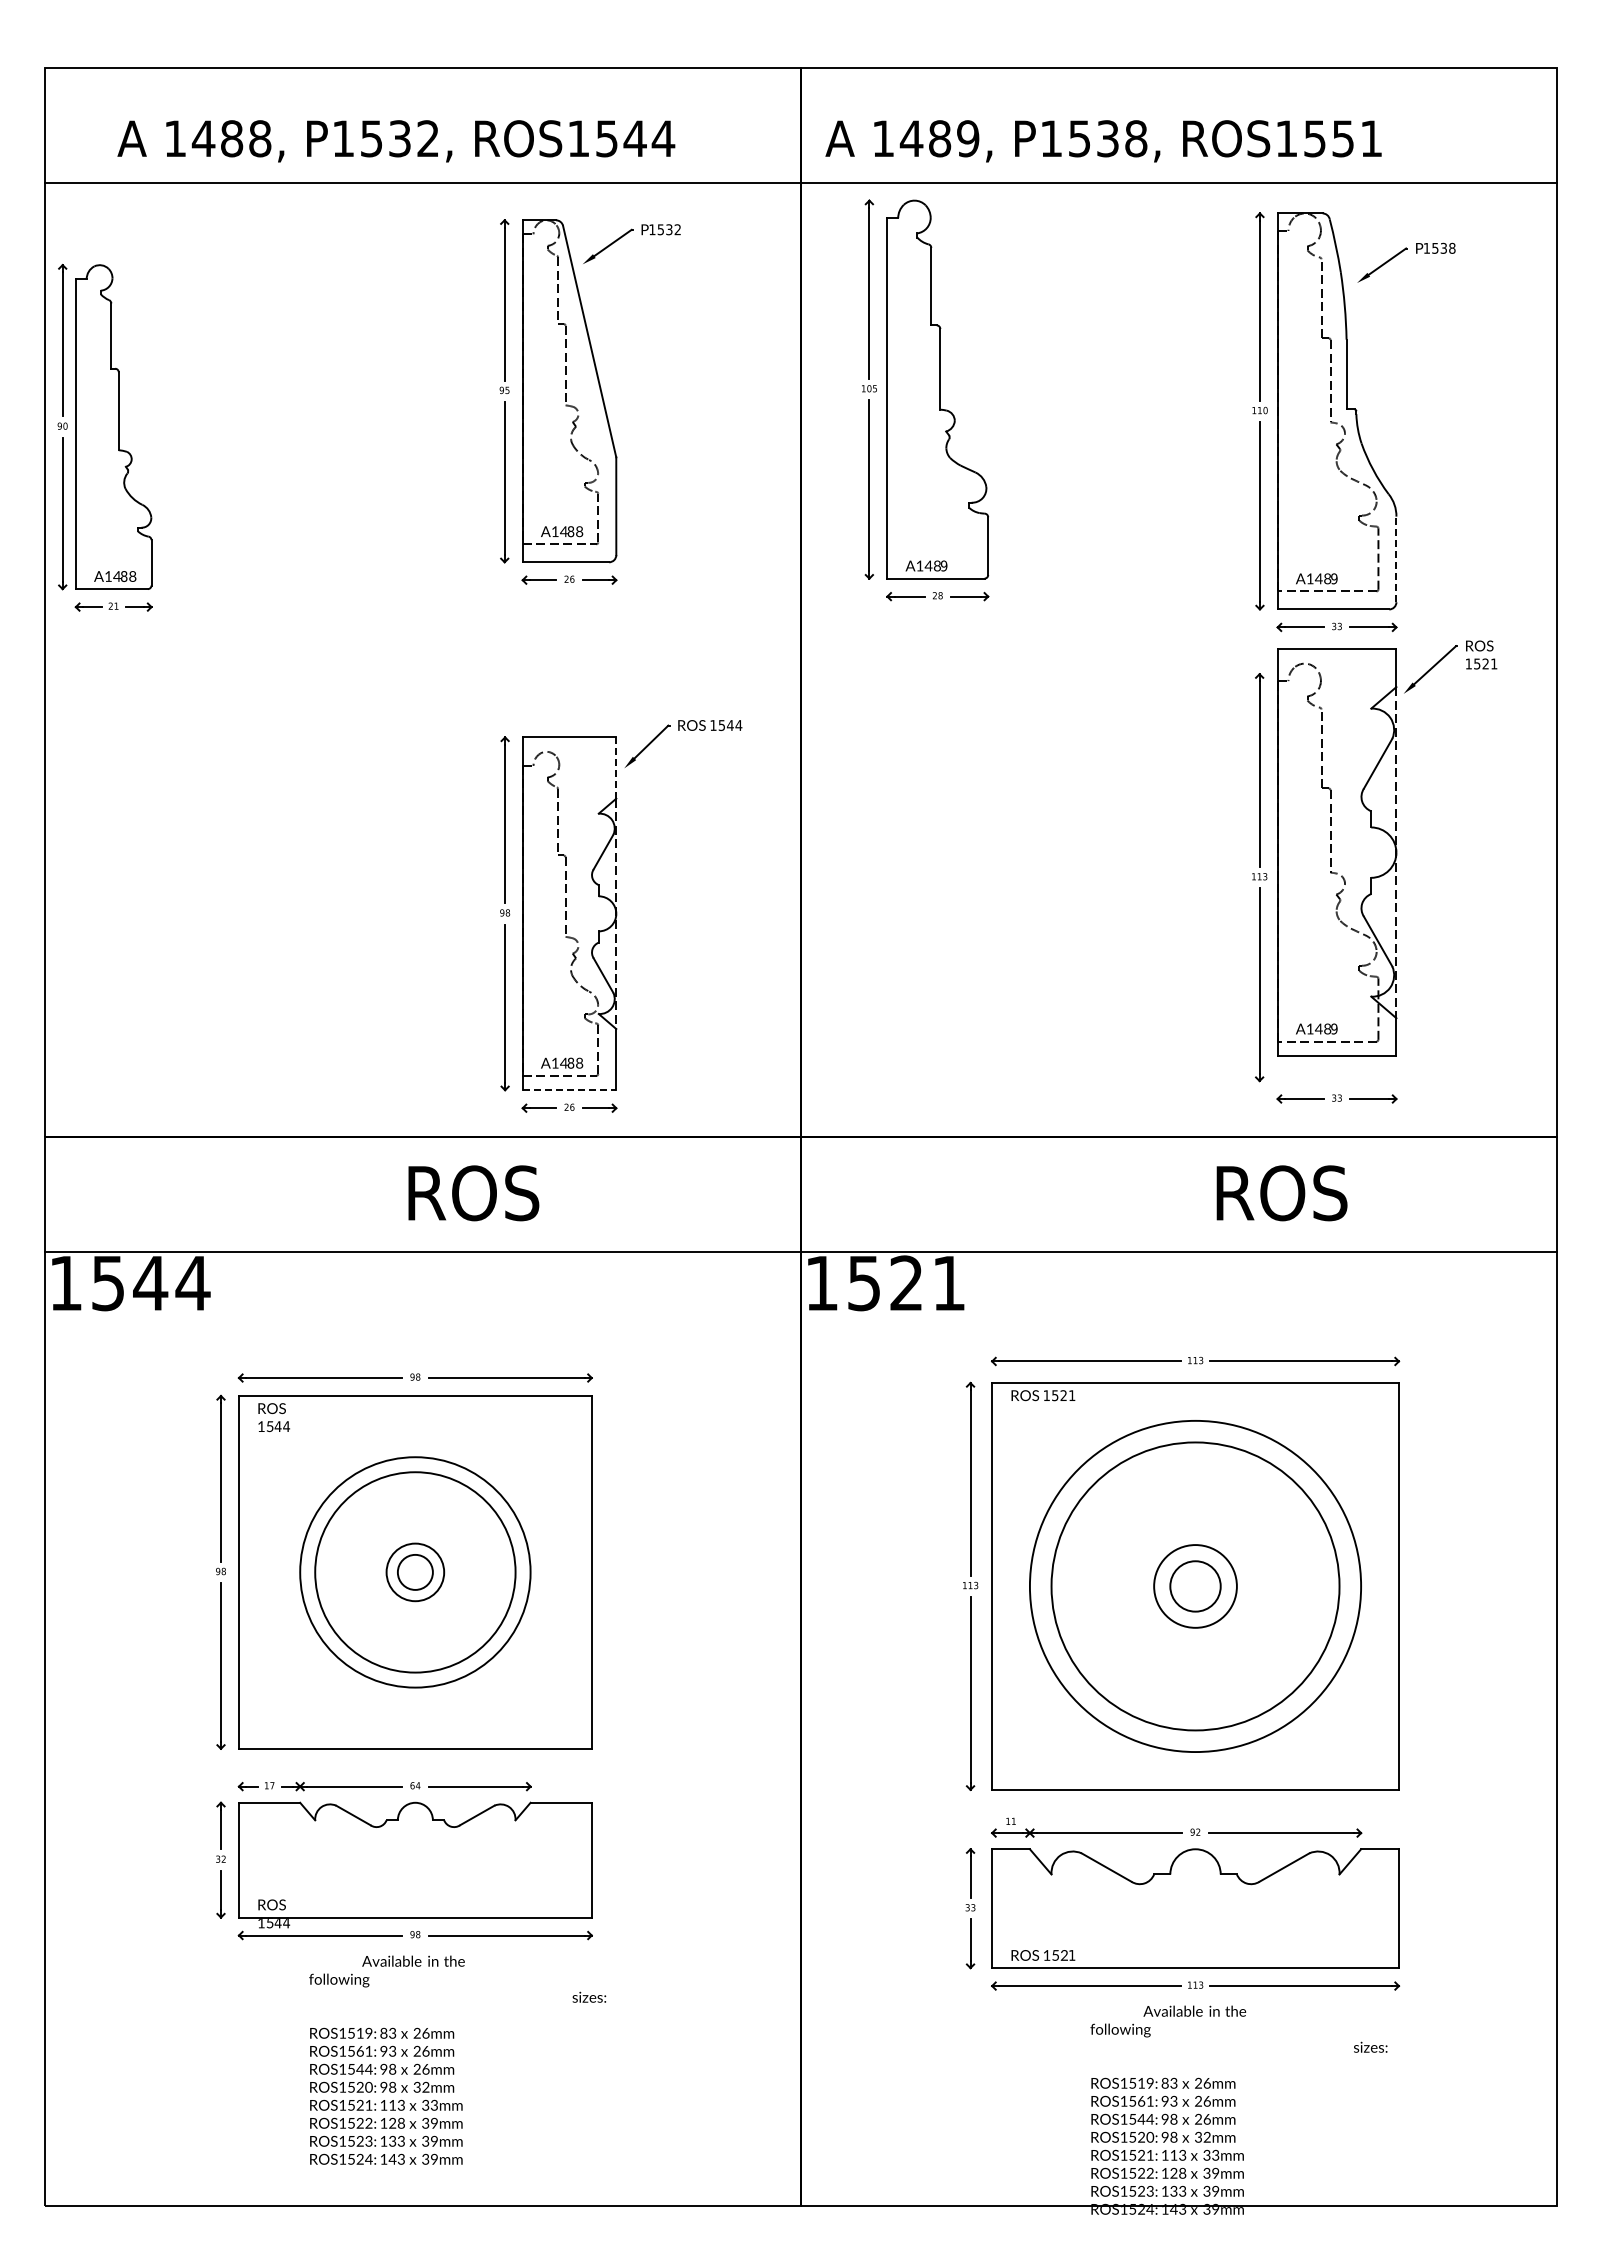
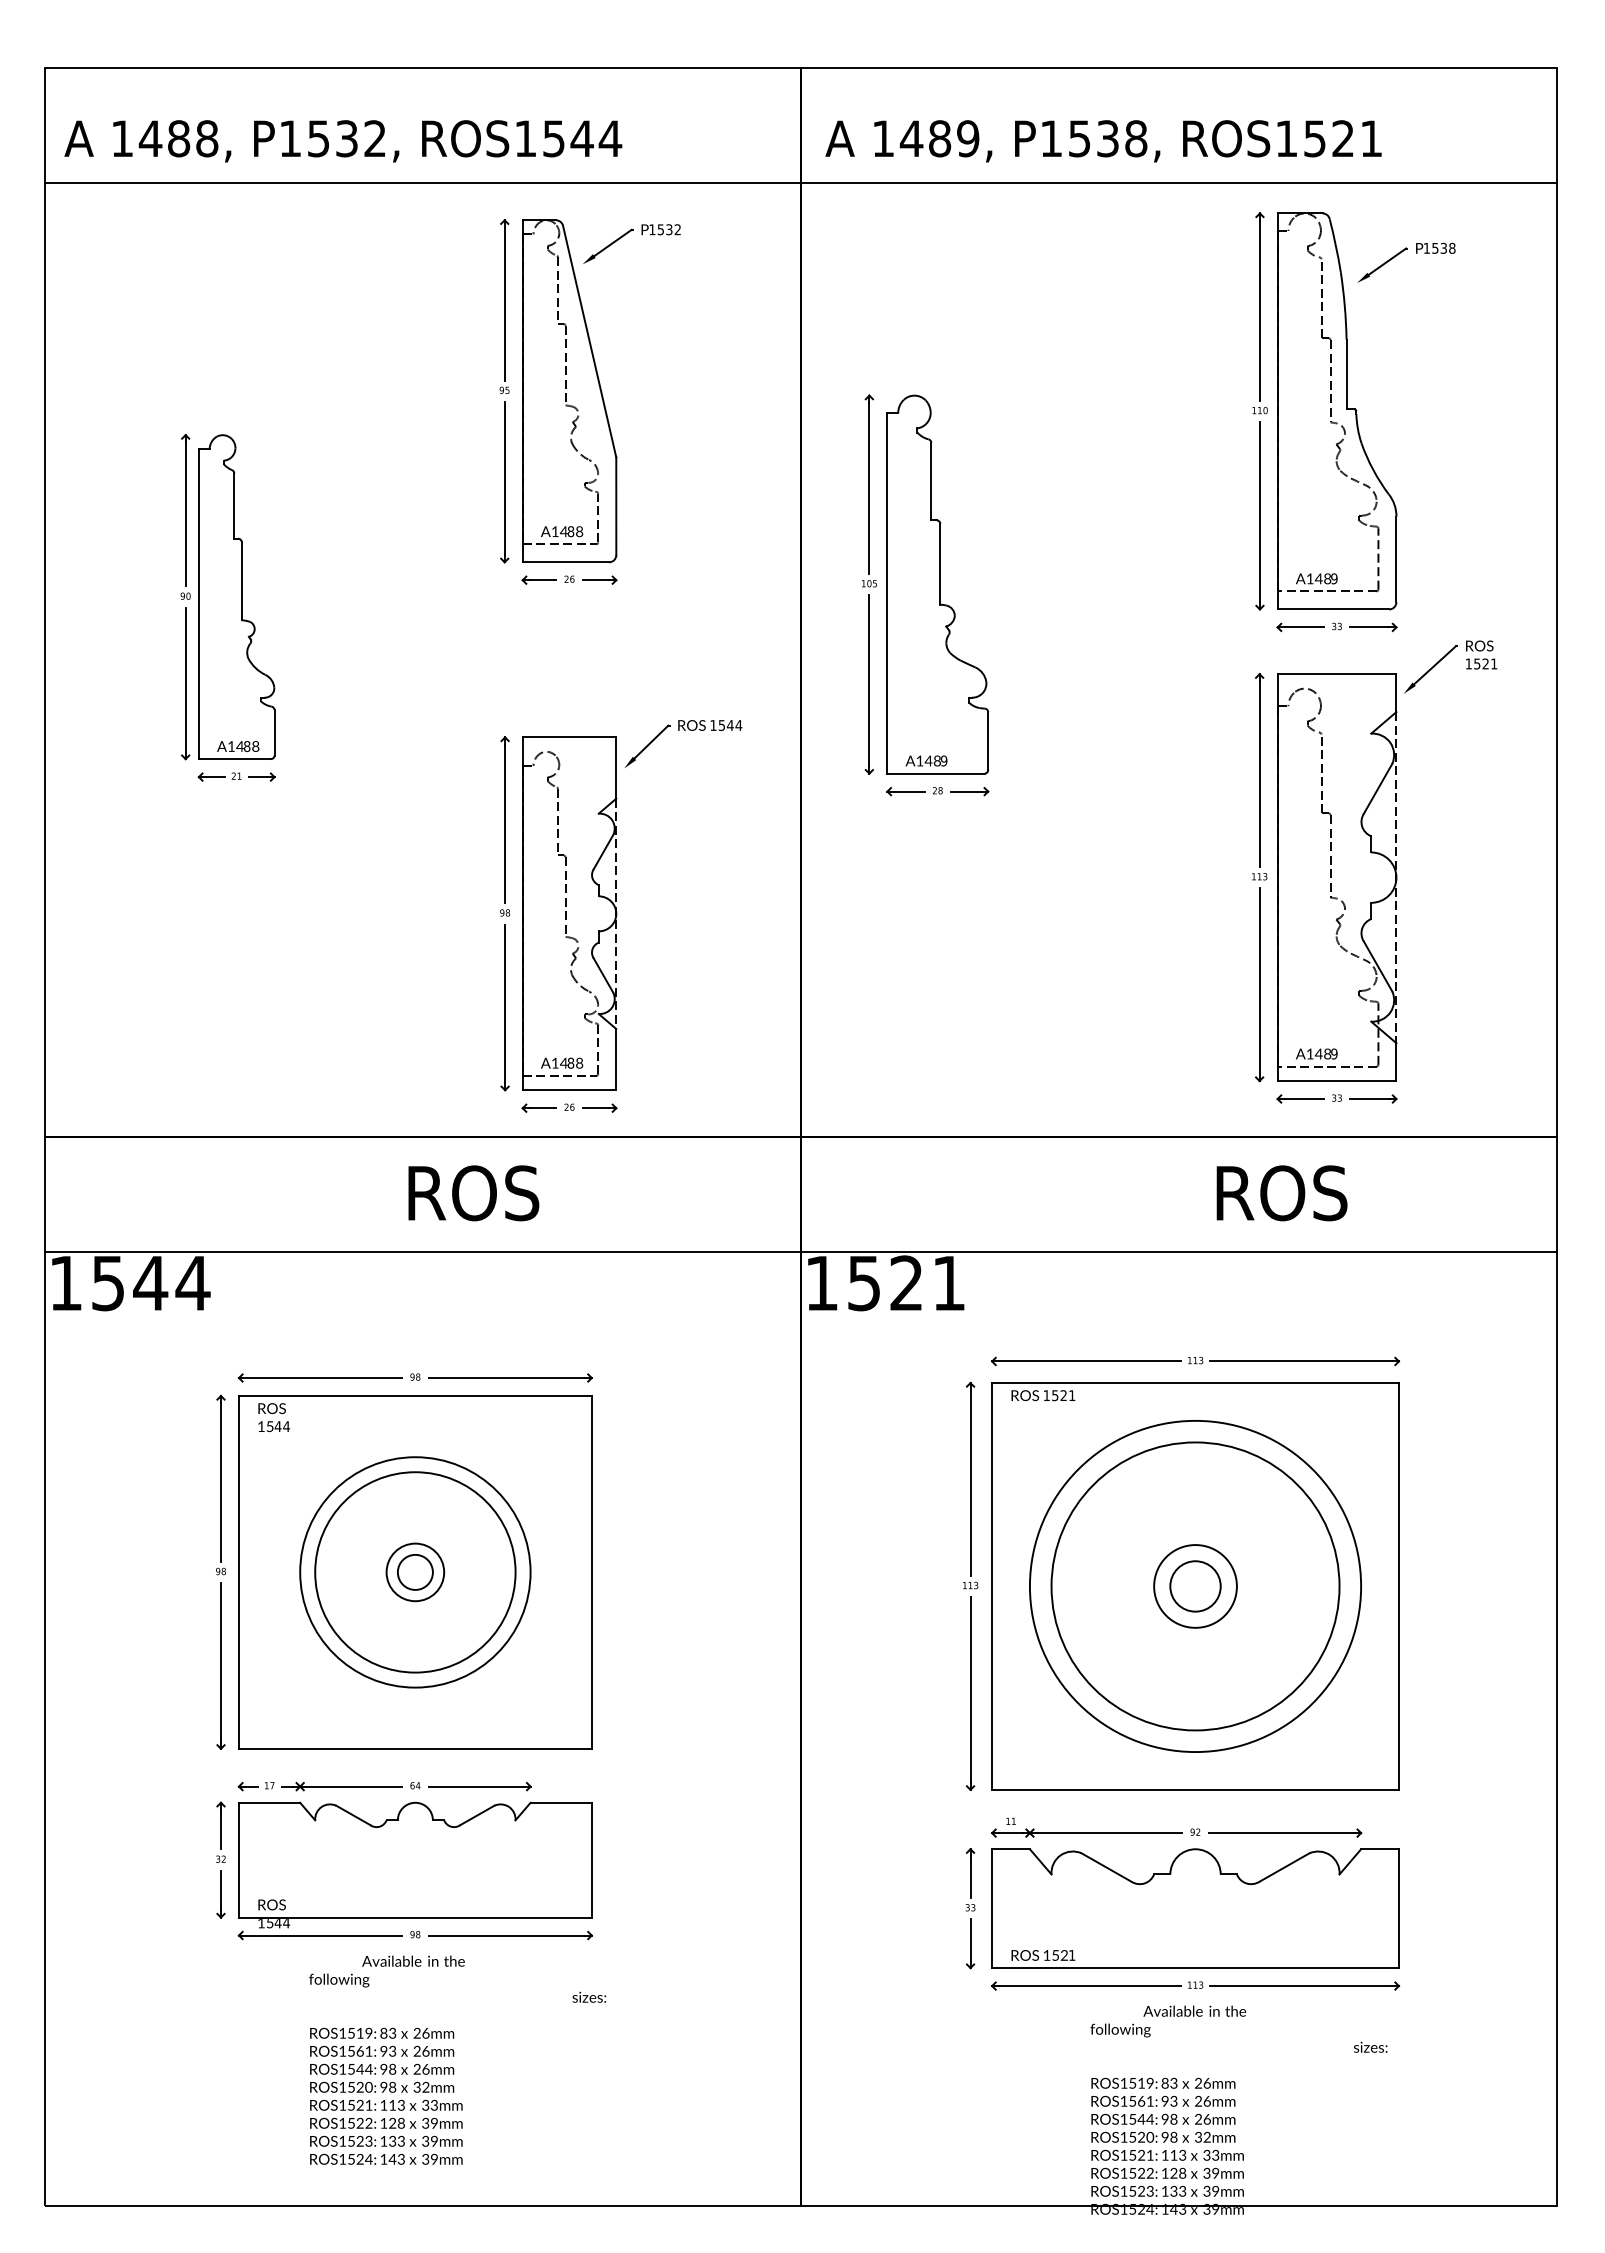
text at (1342, 138): ROS1551 -> ROS1521
text at (396, 141) position: (396, 141) -> (343, 141)
part at (925, 400) position: (925, 400) -> (925, 595)
part at (104, 437) position: (104, 437) -> (227, 607)
line at (1396, 559): dashed -> solid
line at (616, 768): dashed -> solid
part at (1337, 852) position: (1337, 852) -> (1337, 877)
line at (569, 1090): dashed -> solid
